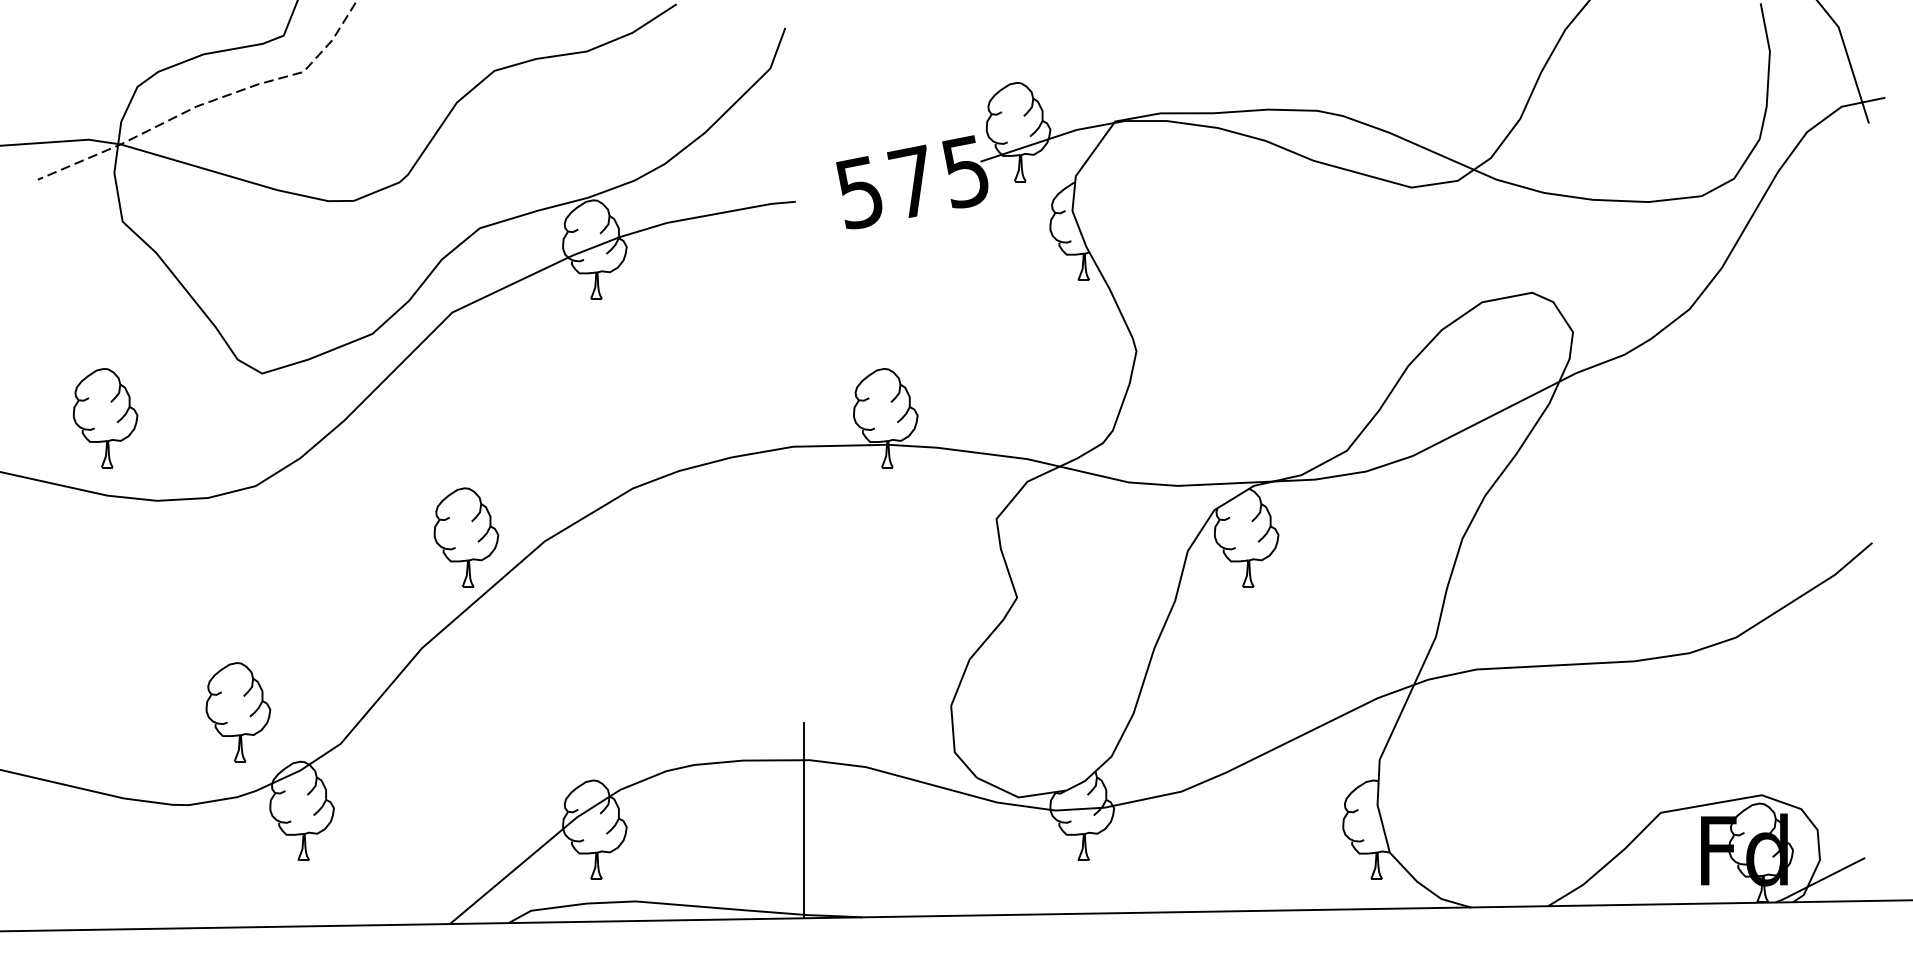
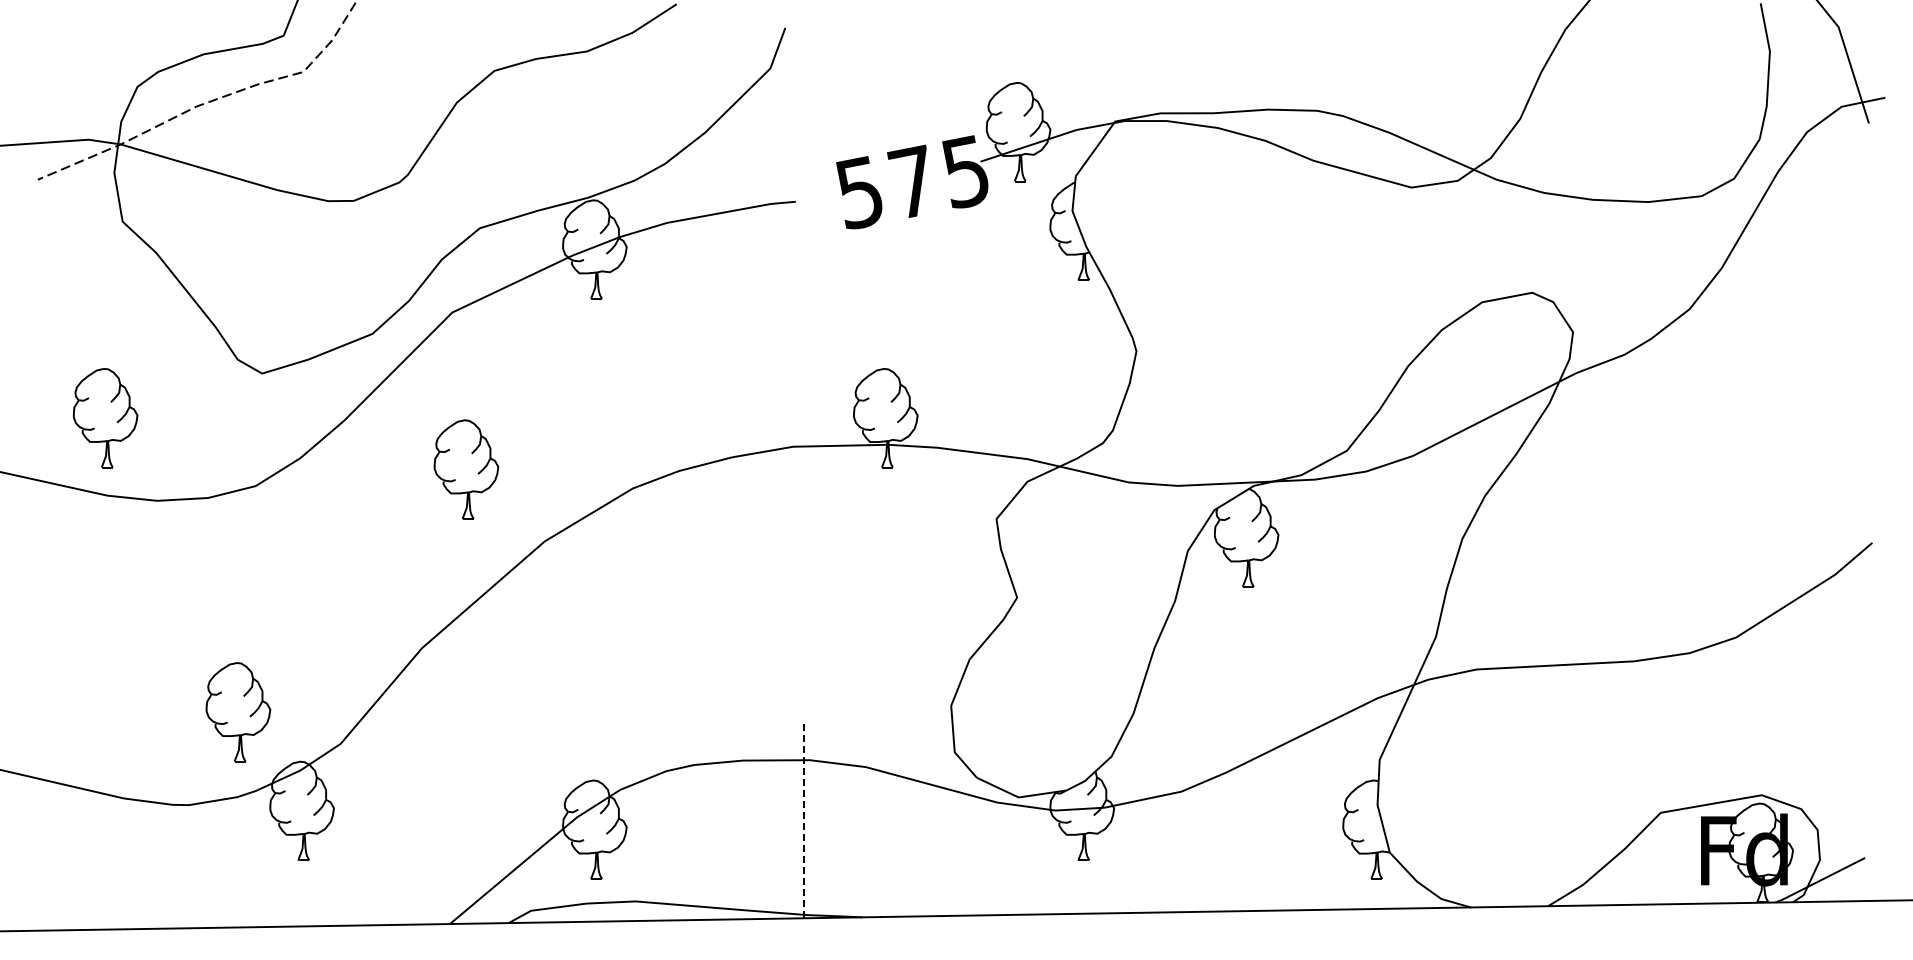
part at (466, 537) position: (466, 537) -> (466, 469)
line at (804, 819): solid -> dashed
